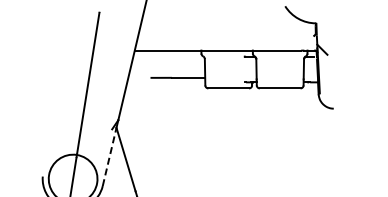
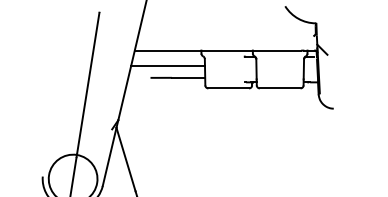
line at (167, 65): none -> present
line at (109, 156): dashed -> solid
